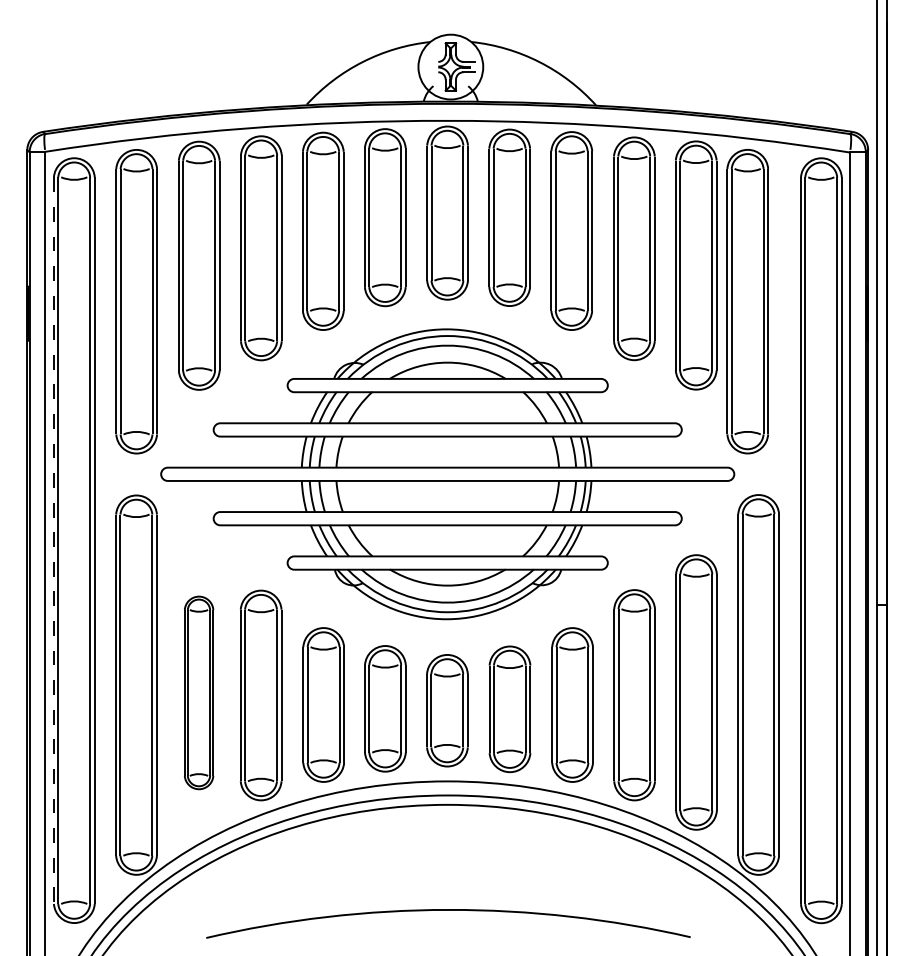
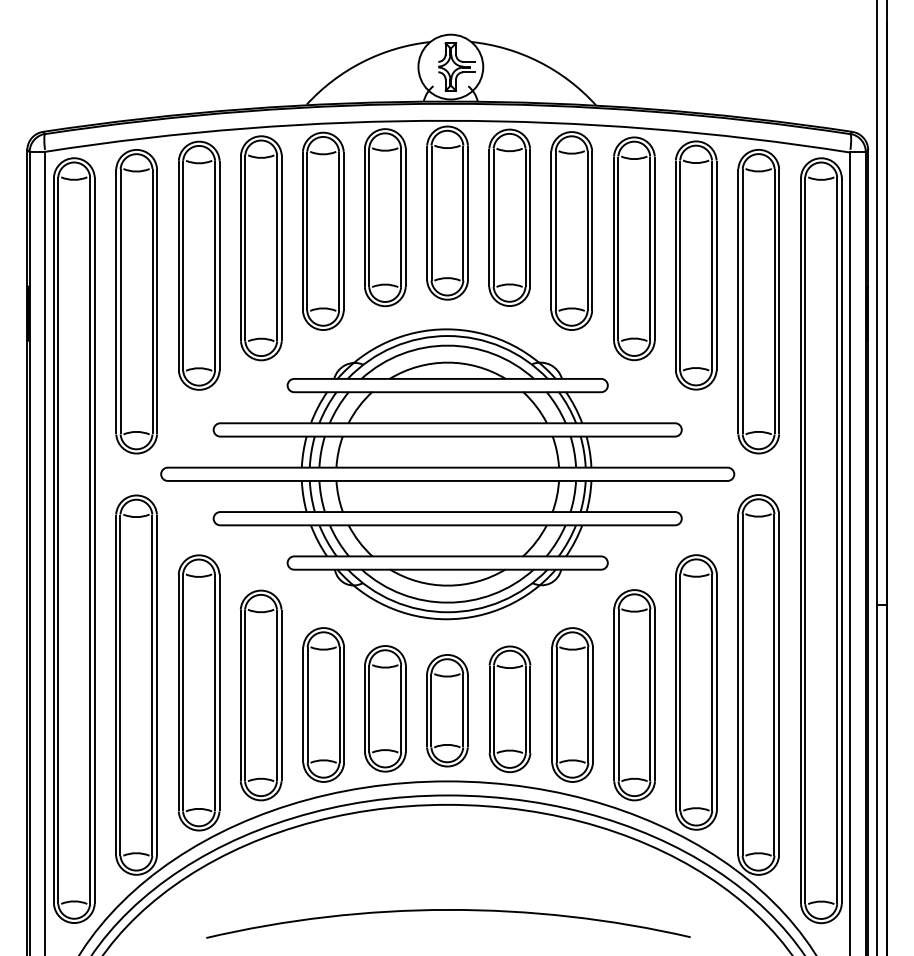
part at (747, 301) position: (747, 301) -> (758, 301)
line at (53, 541): dashed -> solid
part at (199, 692) size: 31x196 px -> 44x278 px
